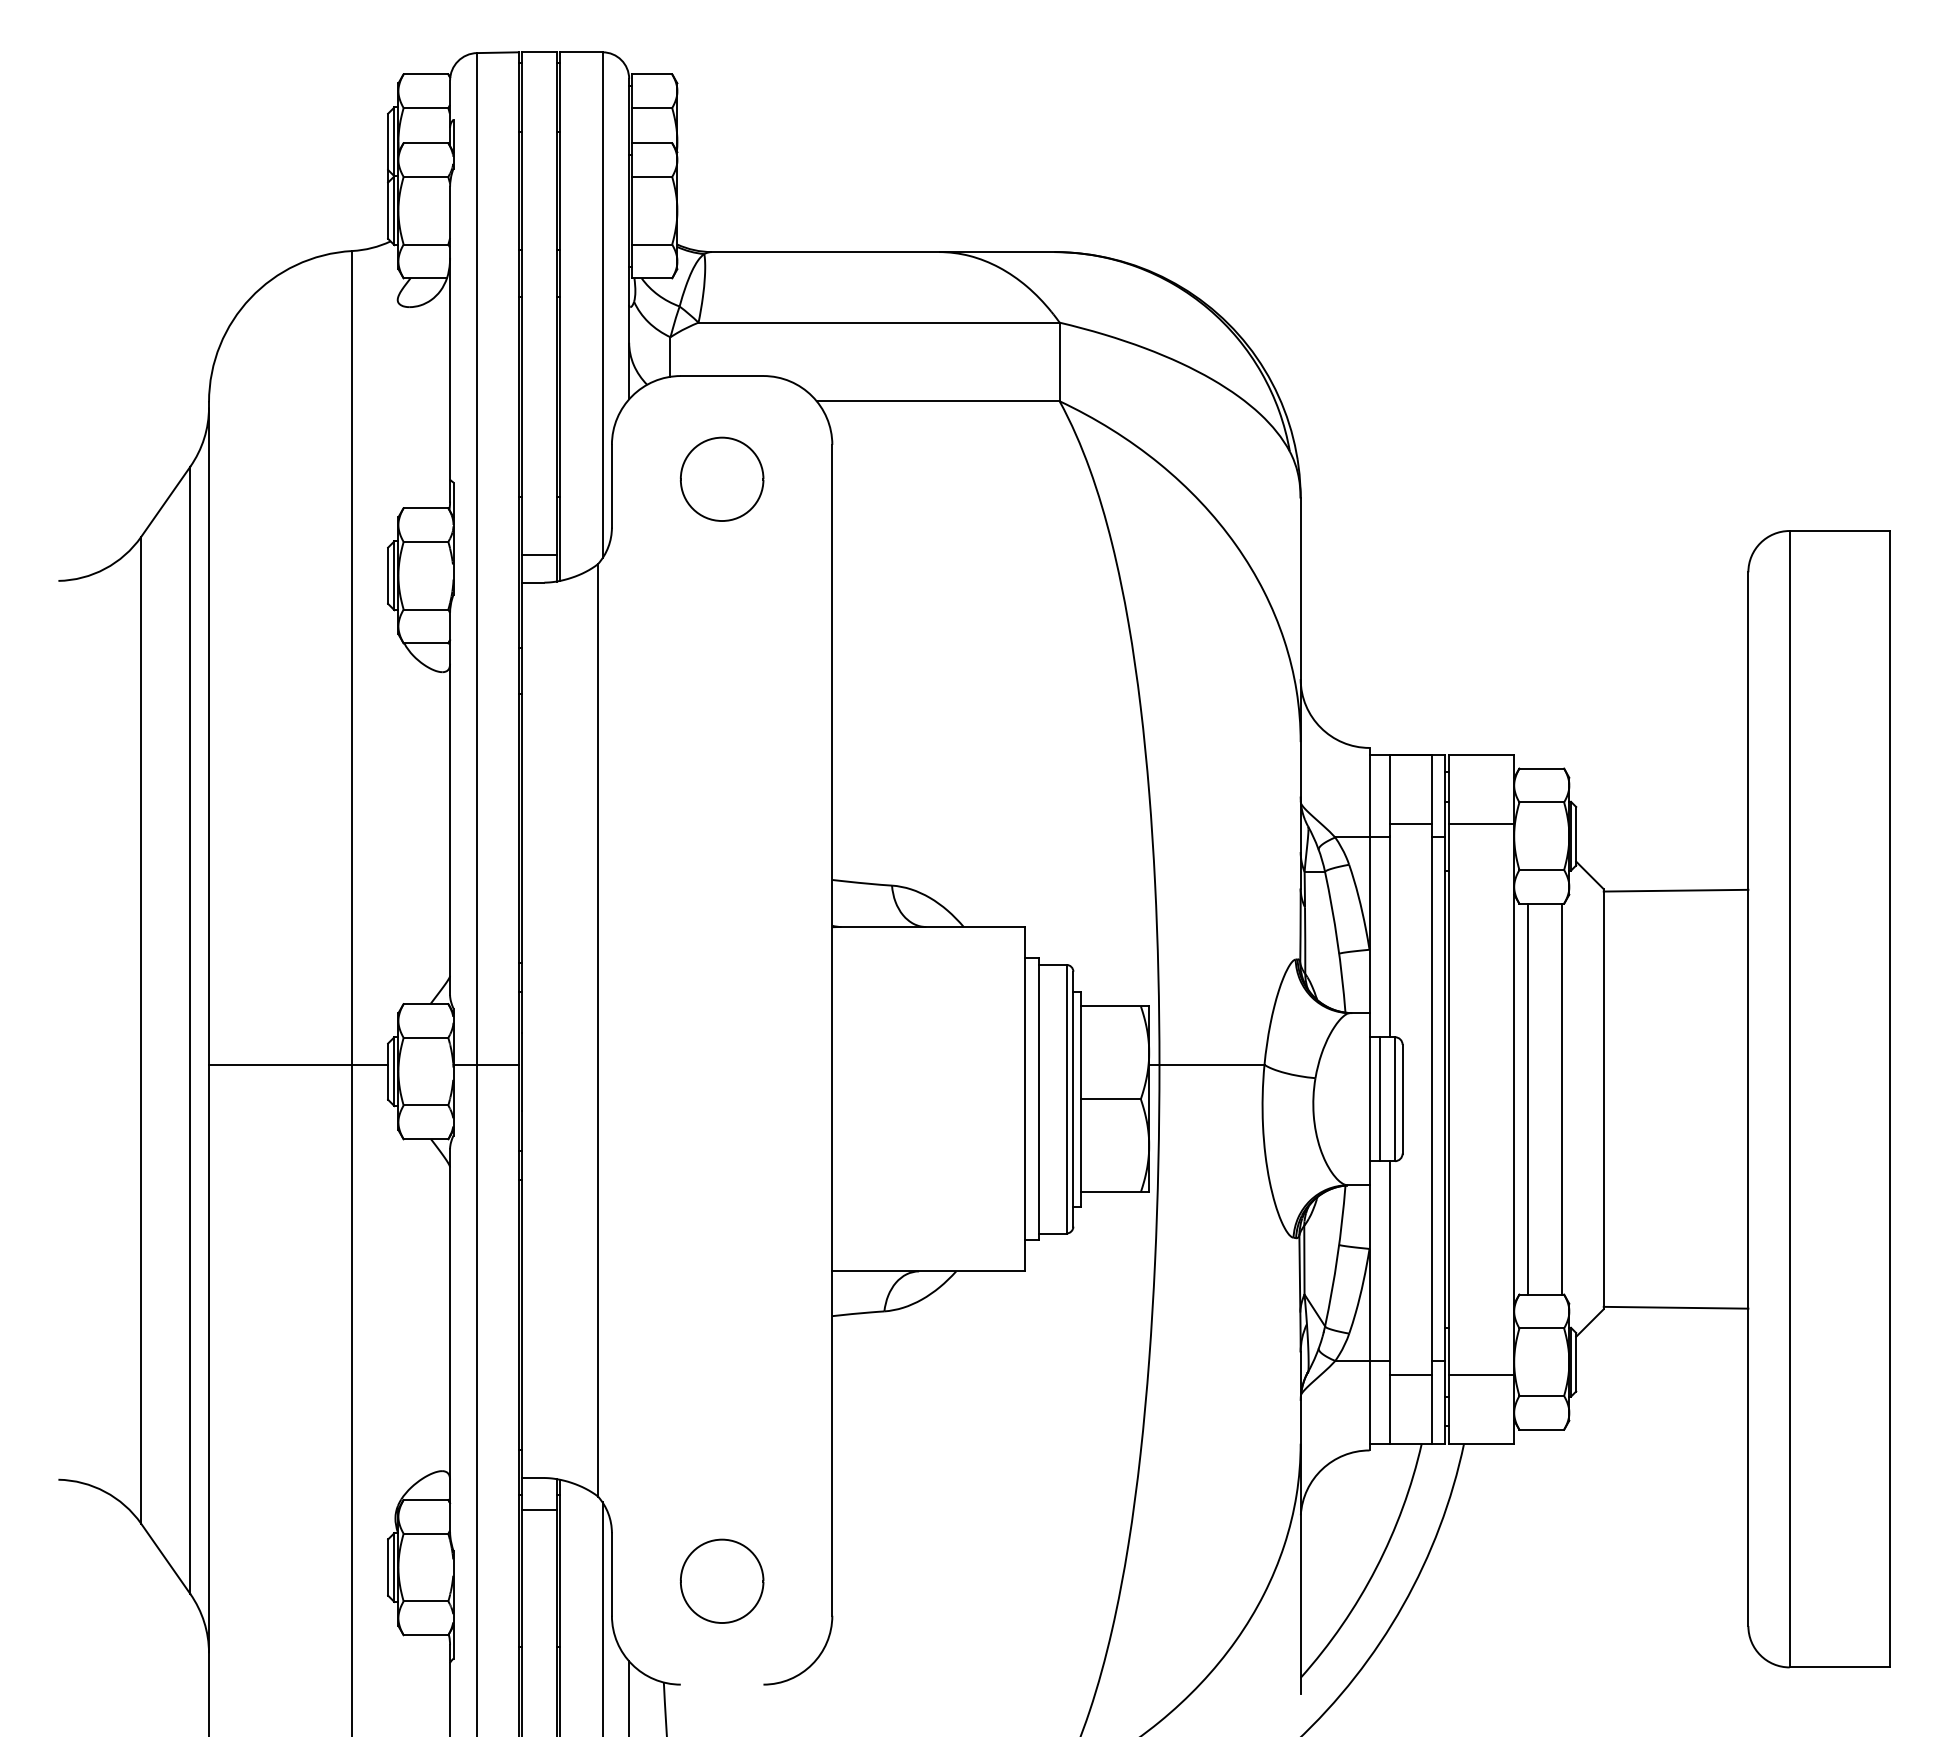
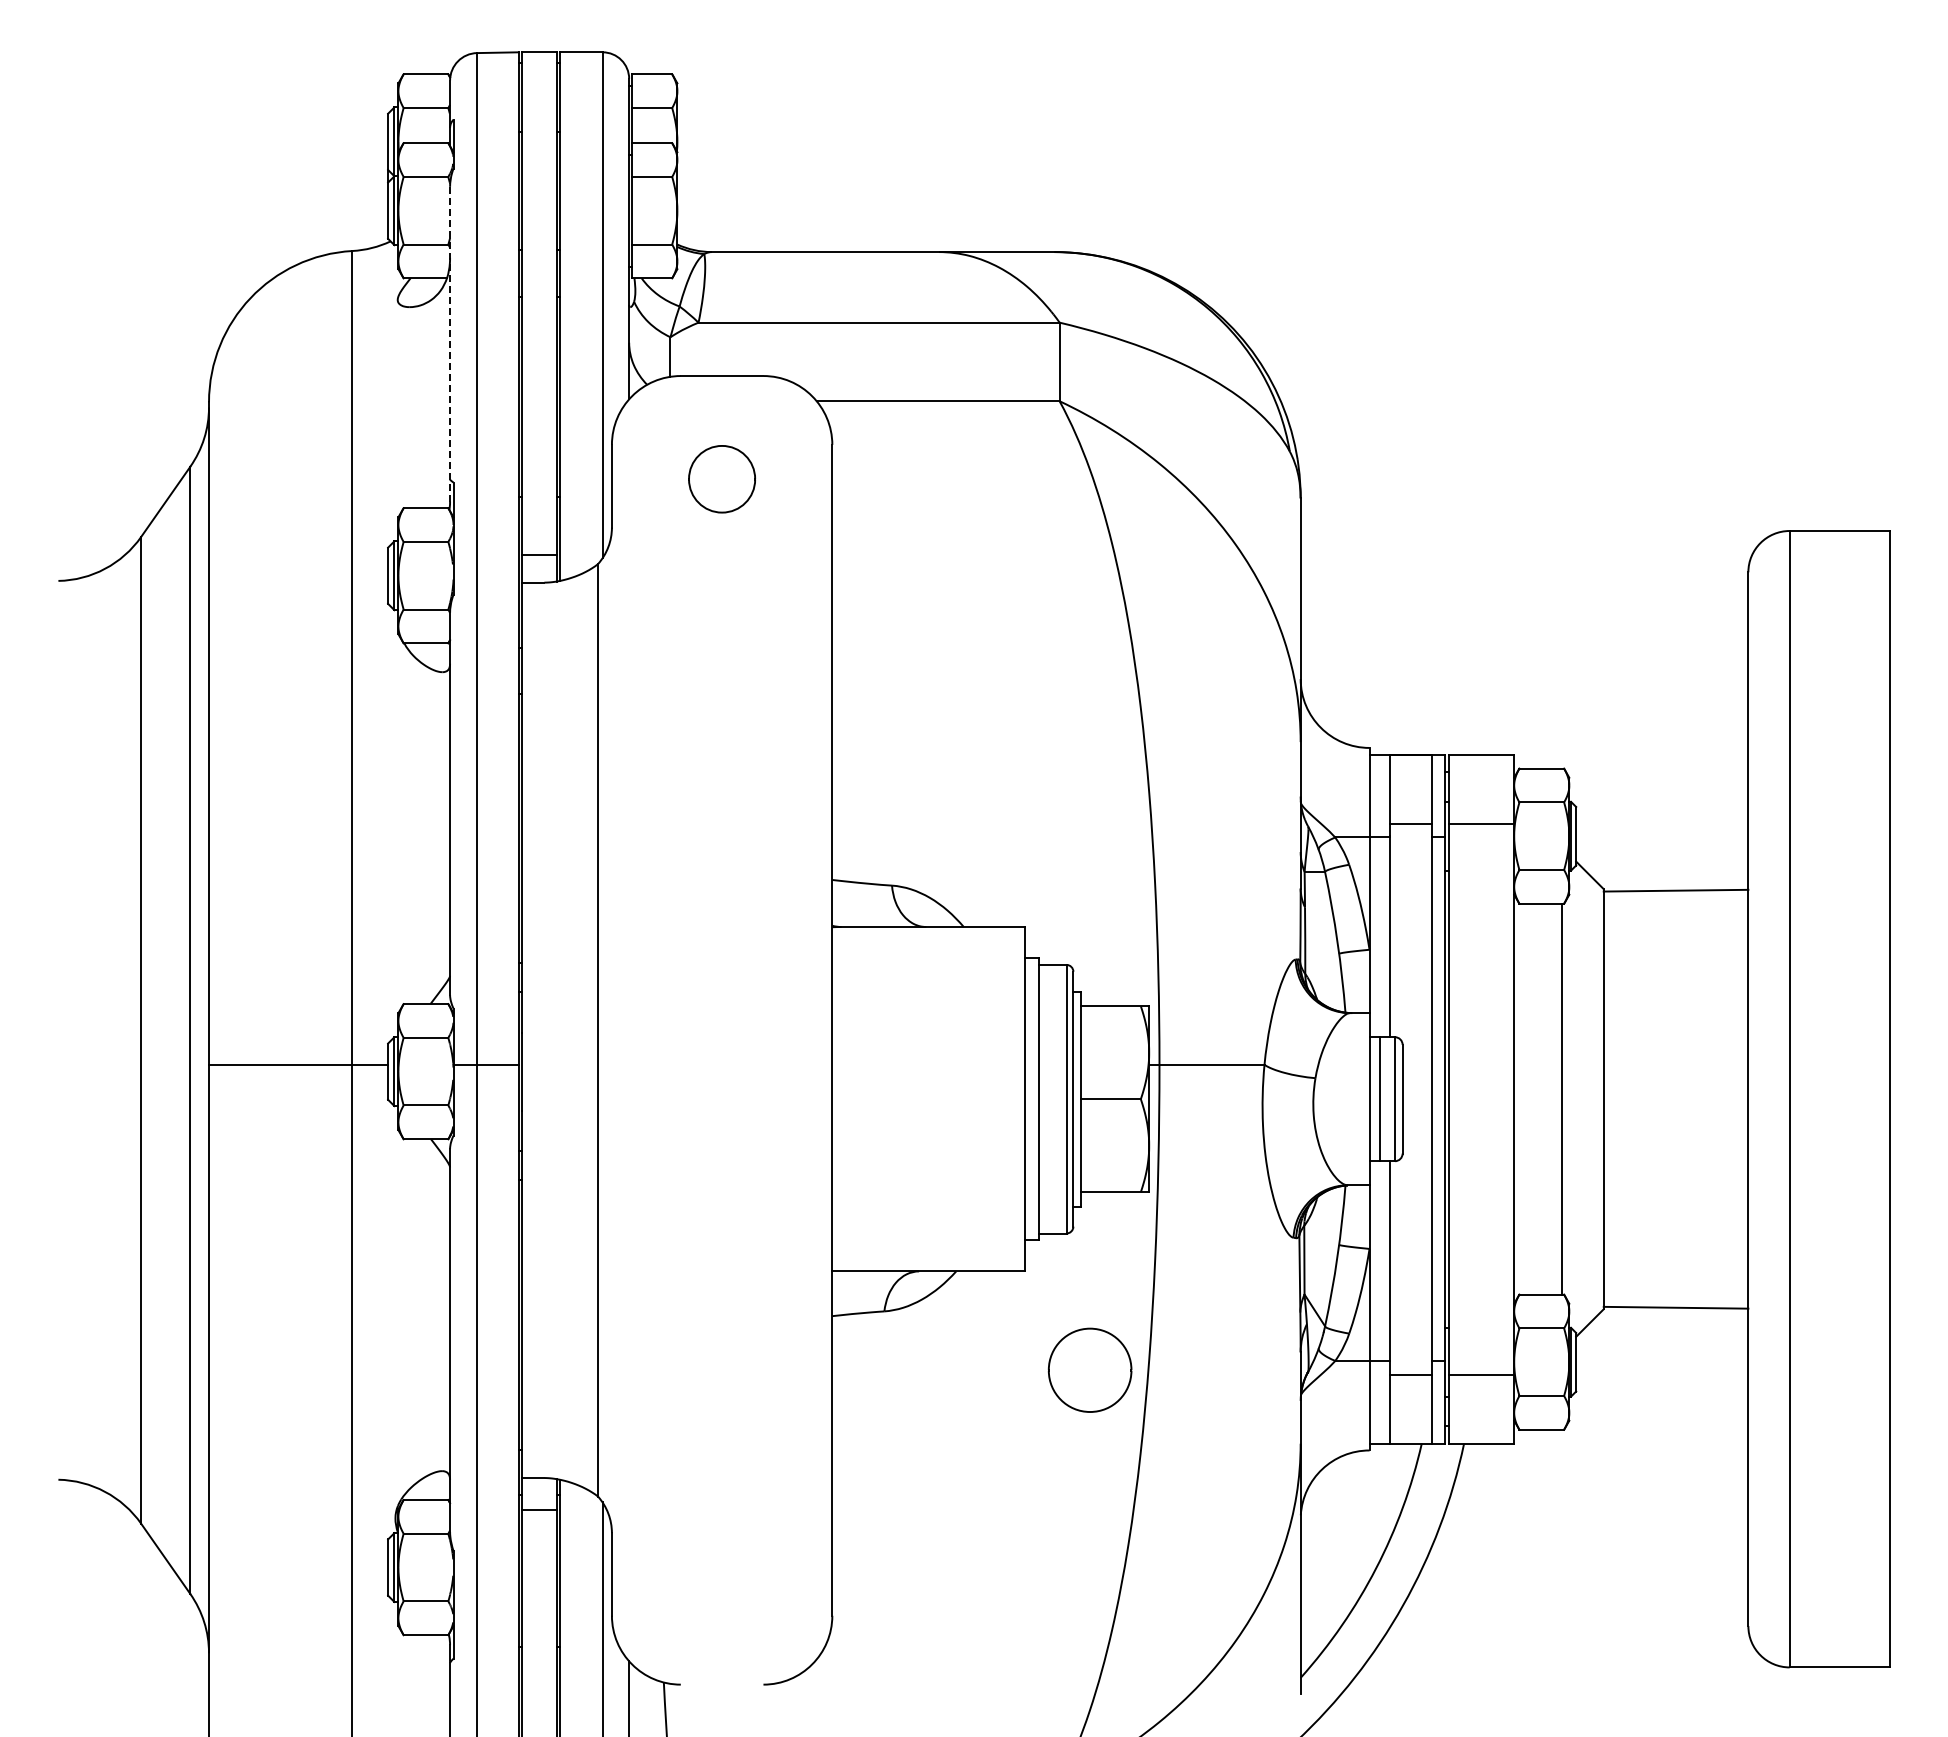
line at (450, 343): solid -> dashed
part at (721, 478) size: 86x86 px -> 68x69 px
line at (1527, 1098): present -> none
part at (721, 1580) position: (721, 1580) -> (1089, 1369)
